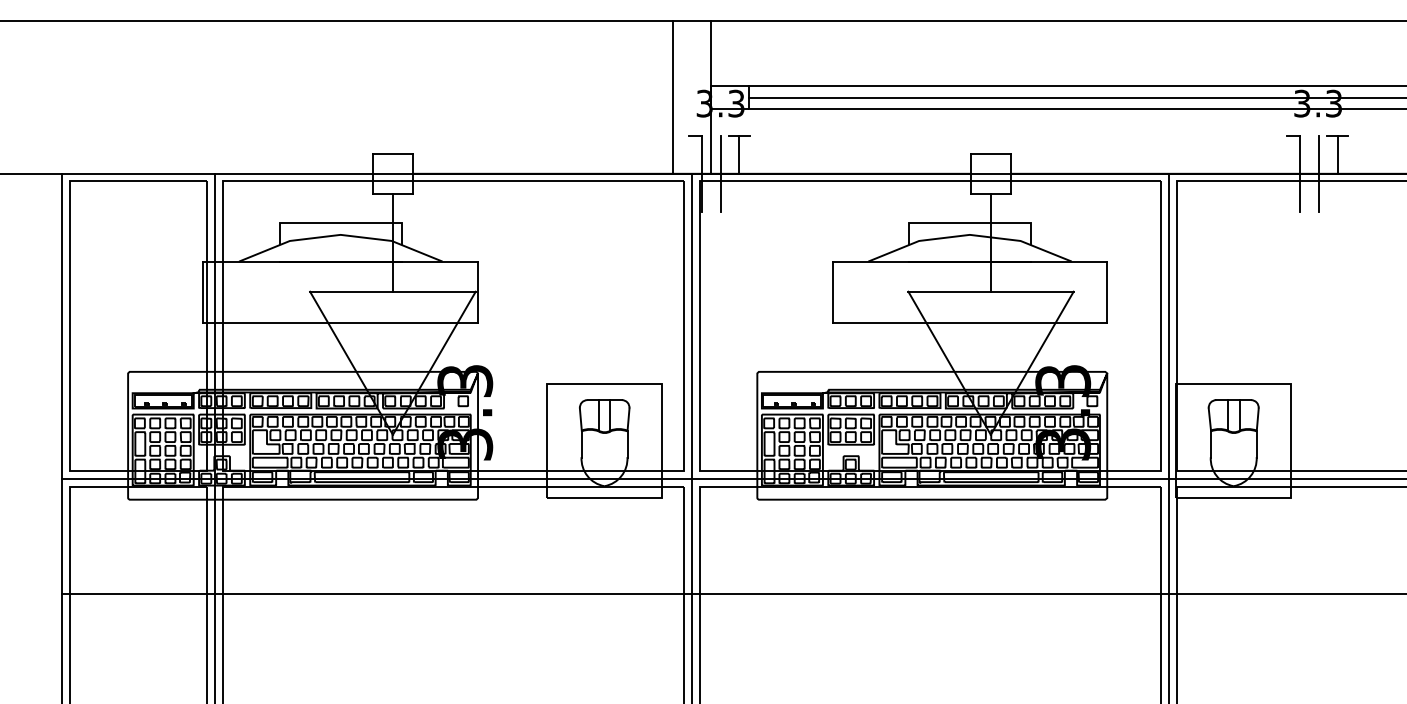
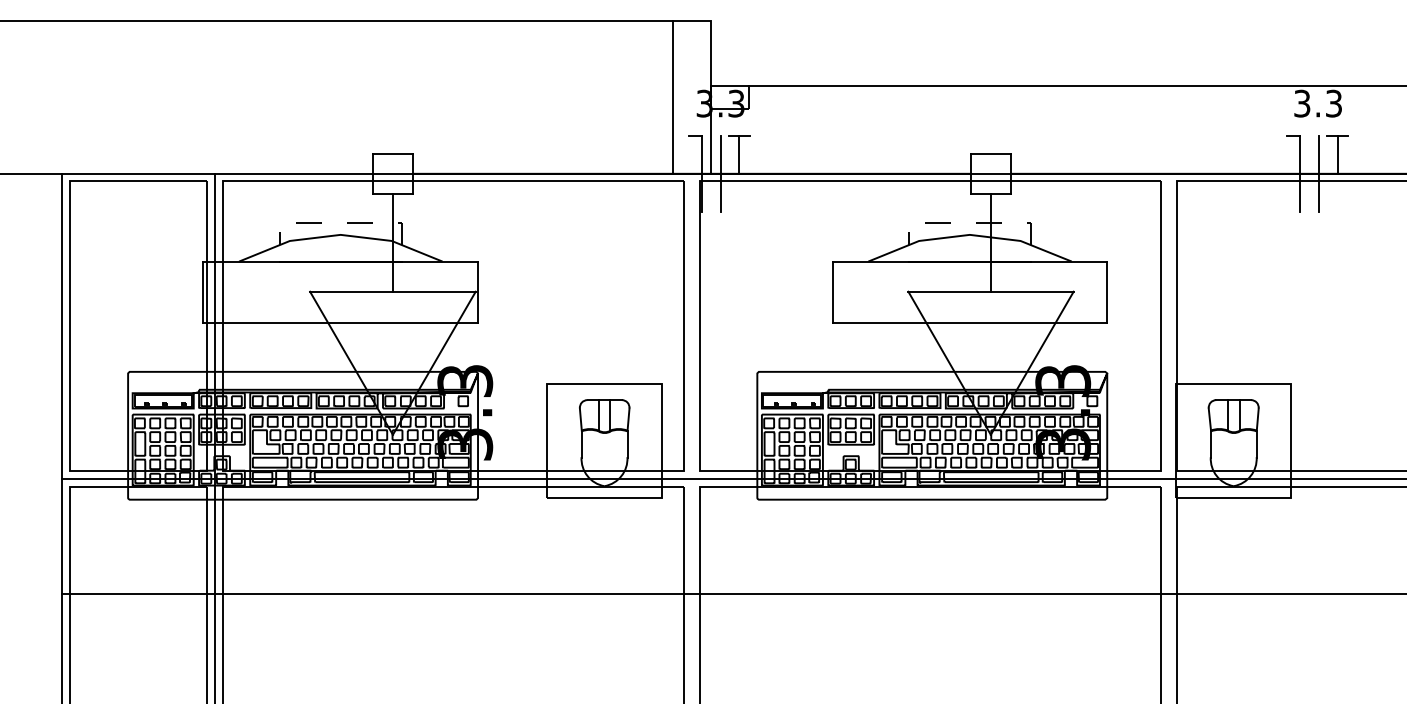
line at (1057, 21): present -> none
line at (1076, 97): present -> none
line at (1076, 108): present -> none
line at (340, 223): solid -> dashed
line at (969, 223): solid -> dashed
line at (692, 436): present -> none
line at (1169, 436): present -> none
